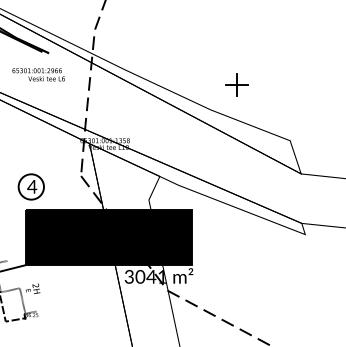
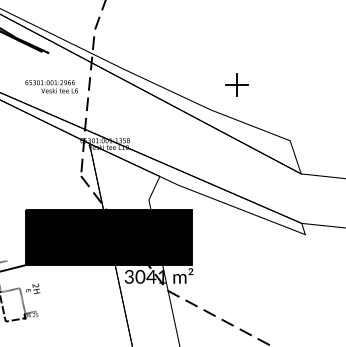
text at (38, 74) position: (38, 74) -> (51, 86)
part at (30, 186): present -> none
